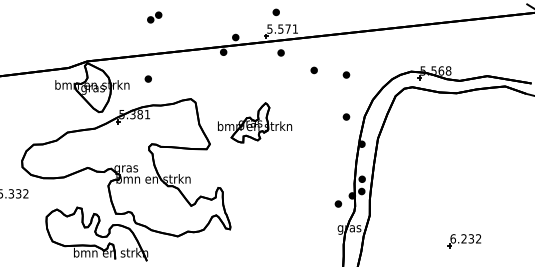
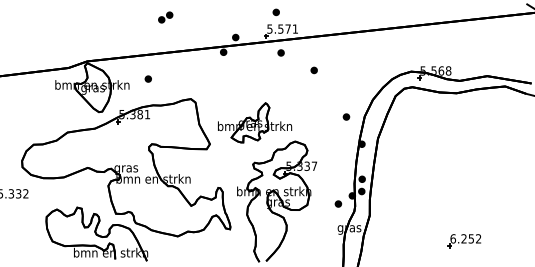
part at (154, 17) position: (154, 17) -> (165, 17)
part at (346, 74): present -> none
part at (276, 201): none -> present
text at (471, 238): 6.232 -> 6.252
